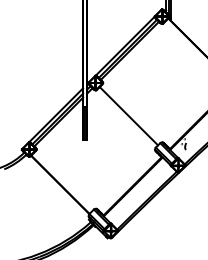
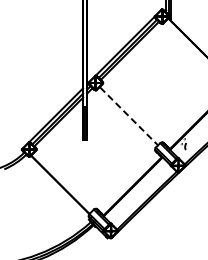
line at (128, 116): solid -> dashed
